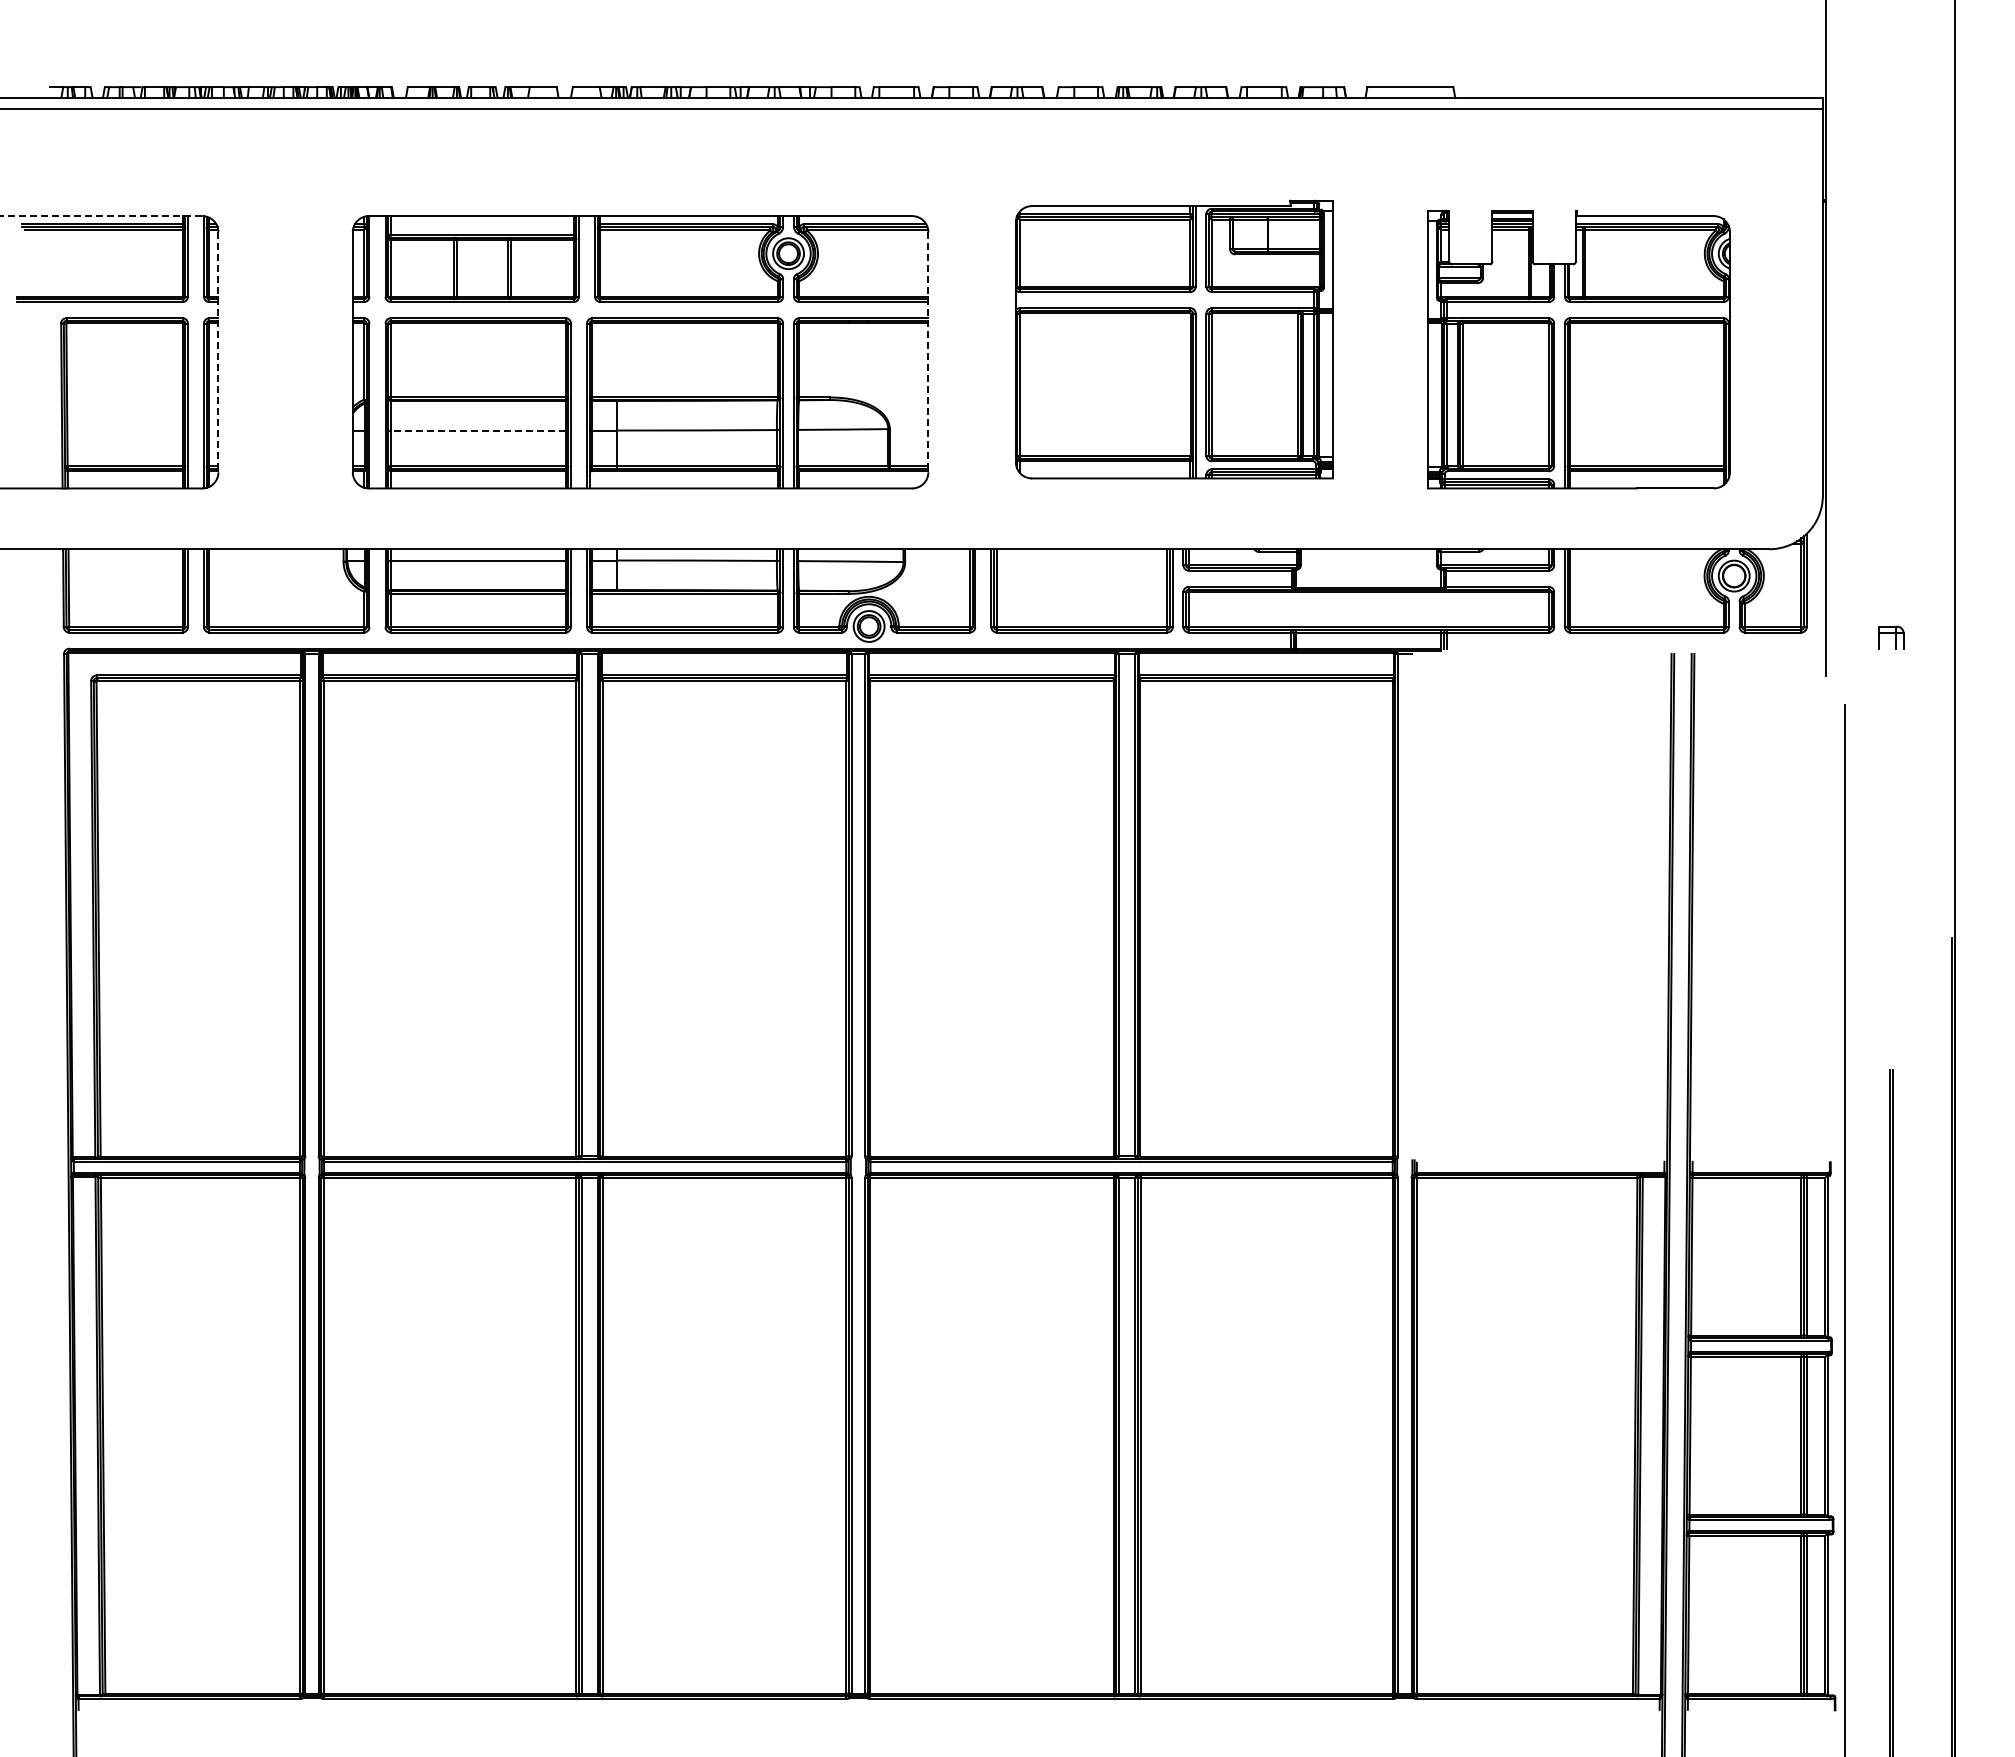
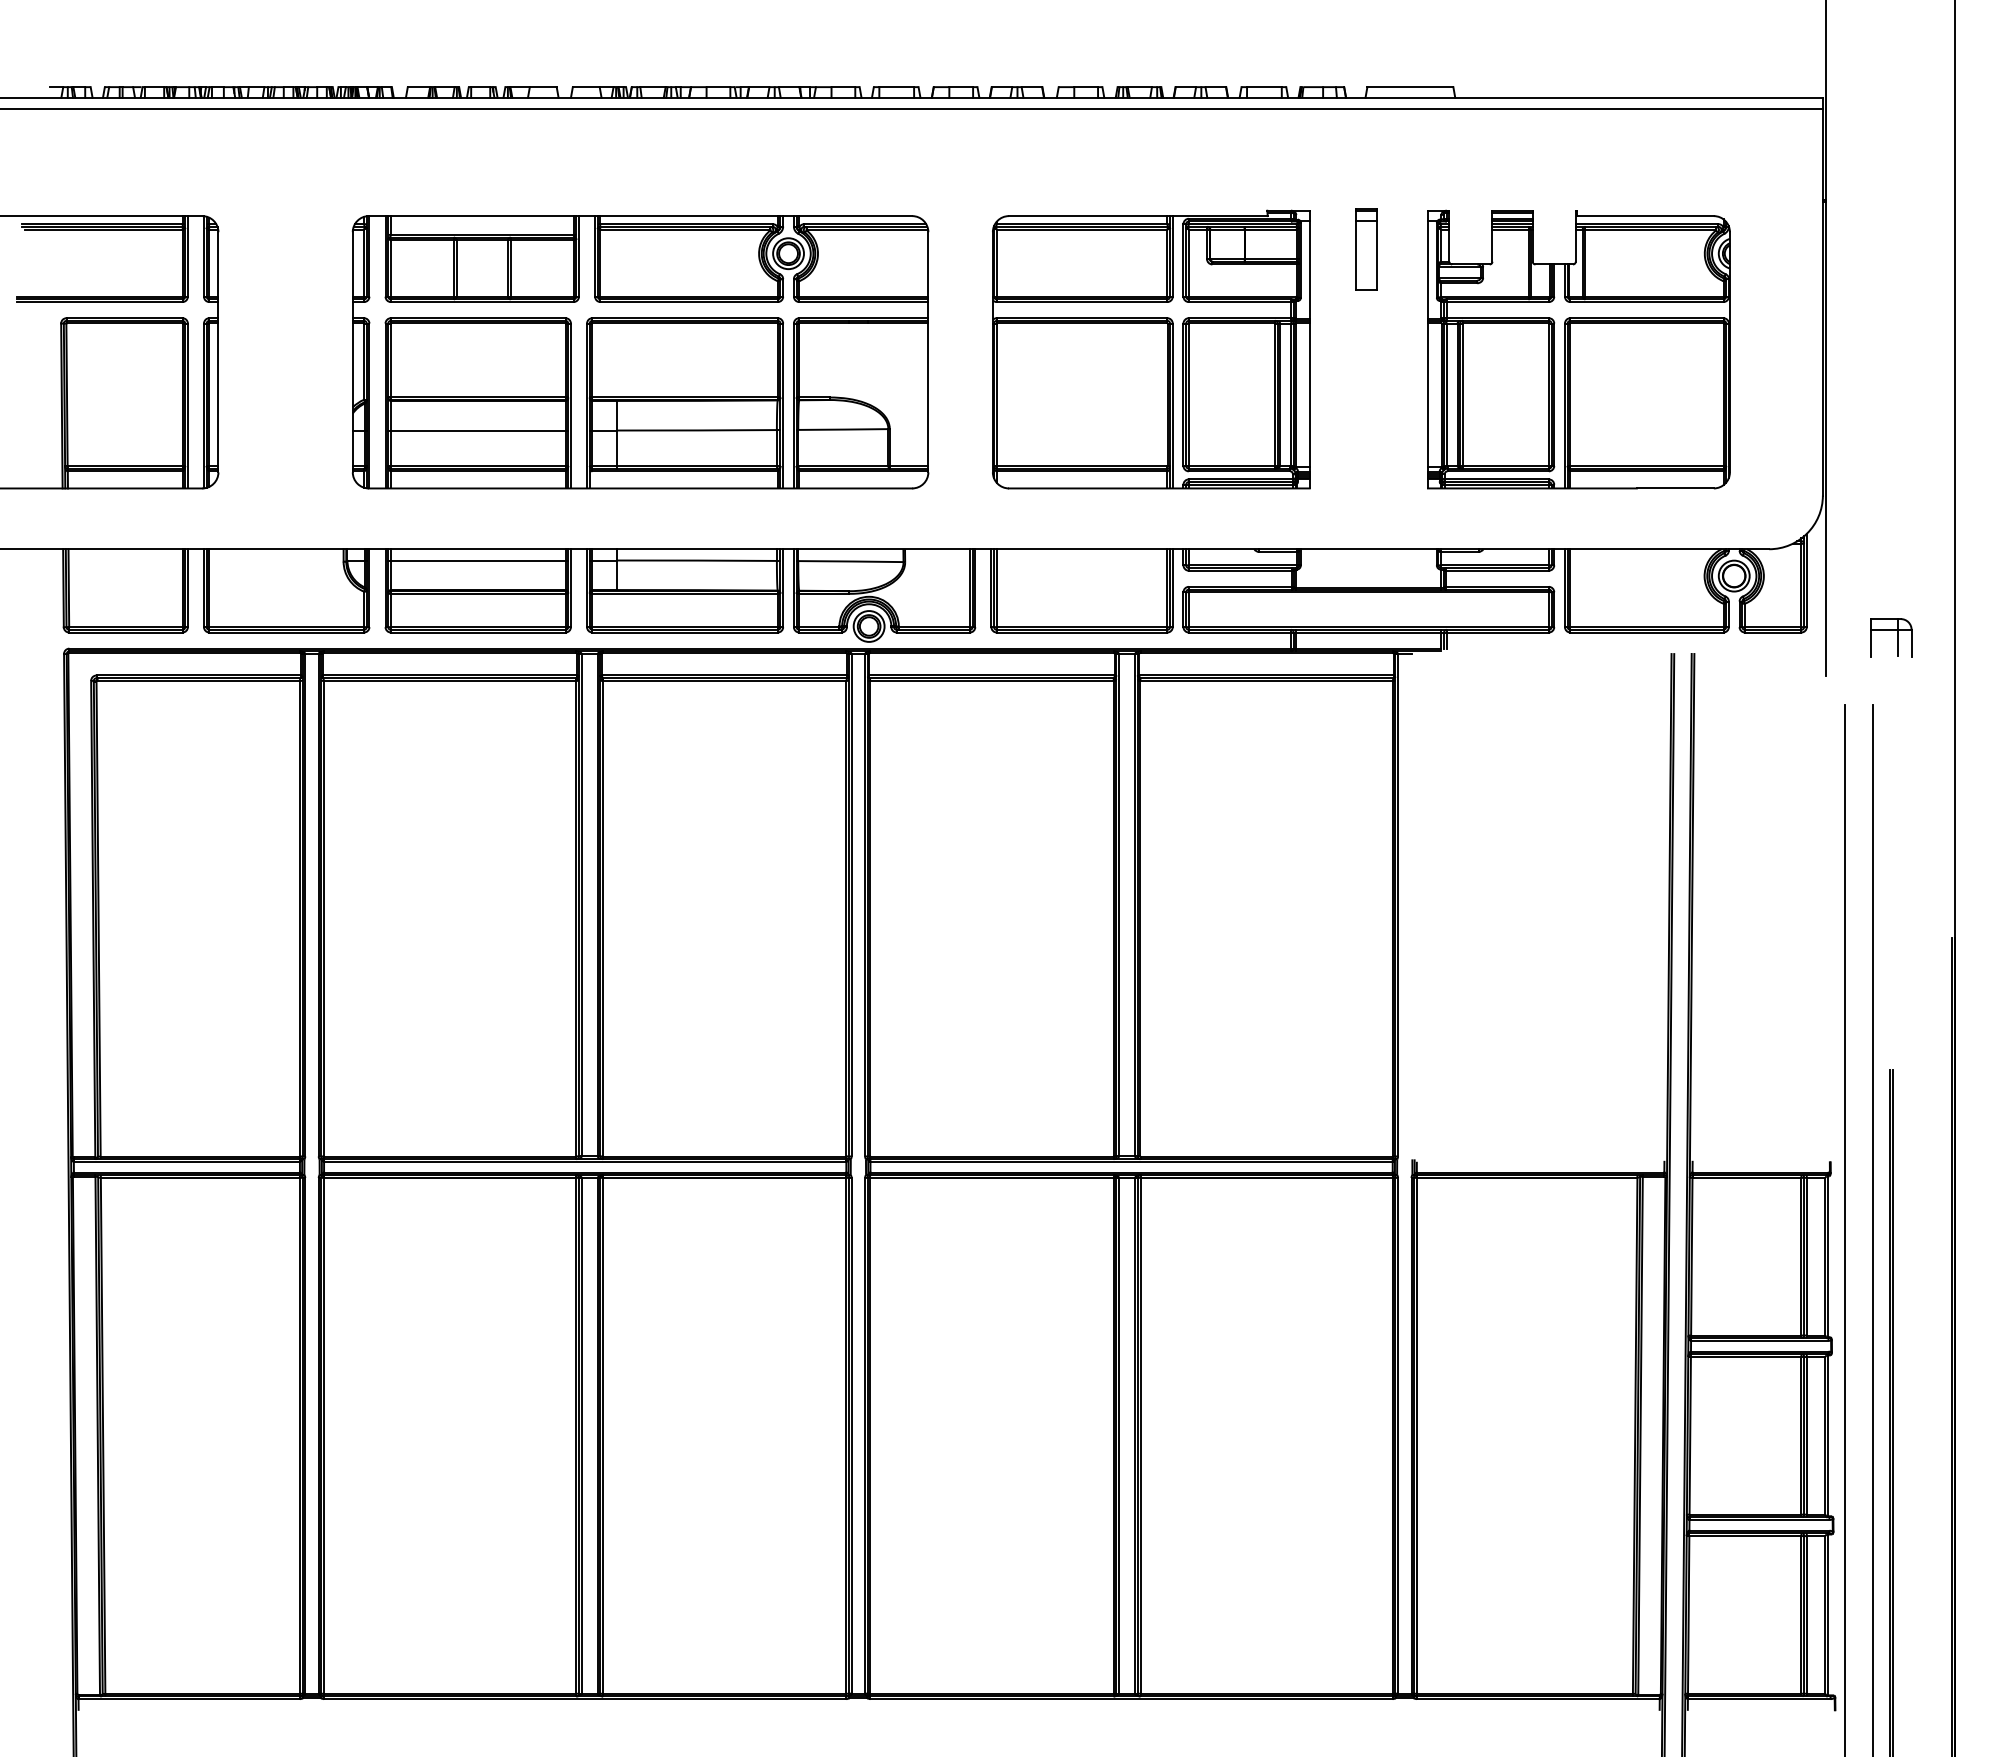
line at (101, 216): dashed -> solid
part at (1366, 249): none -> present
part at (1174, 339) position: (1174, 339) -> (1151, 349)
line at (218, 352): dashed -> solid
line at (928, 352): dashed -> solid
line at (477, 430): dashed -> solid
part at (1891, 637) size: 27x25 px -> 43x40 px
line at (1873, 1228): none -> present
